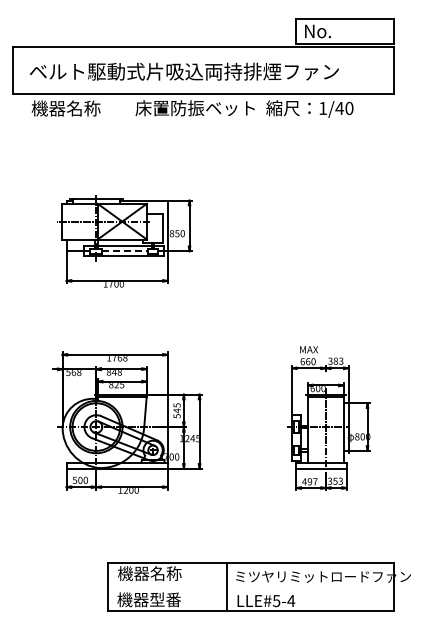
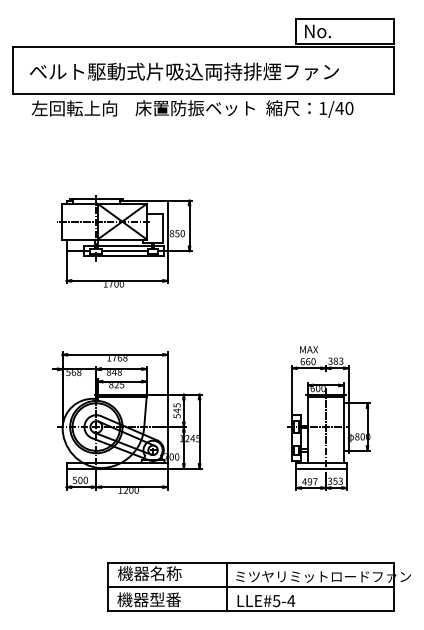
text at (74, 108): 機器名称 -> 左回転上向
line at (125, 251): dashed -> solid
line at (250, 587): none -> present
